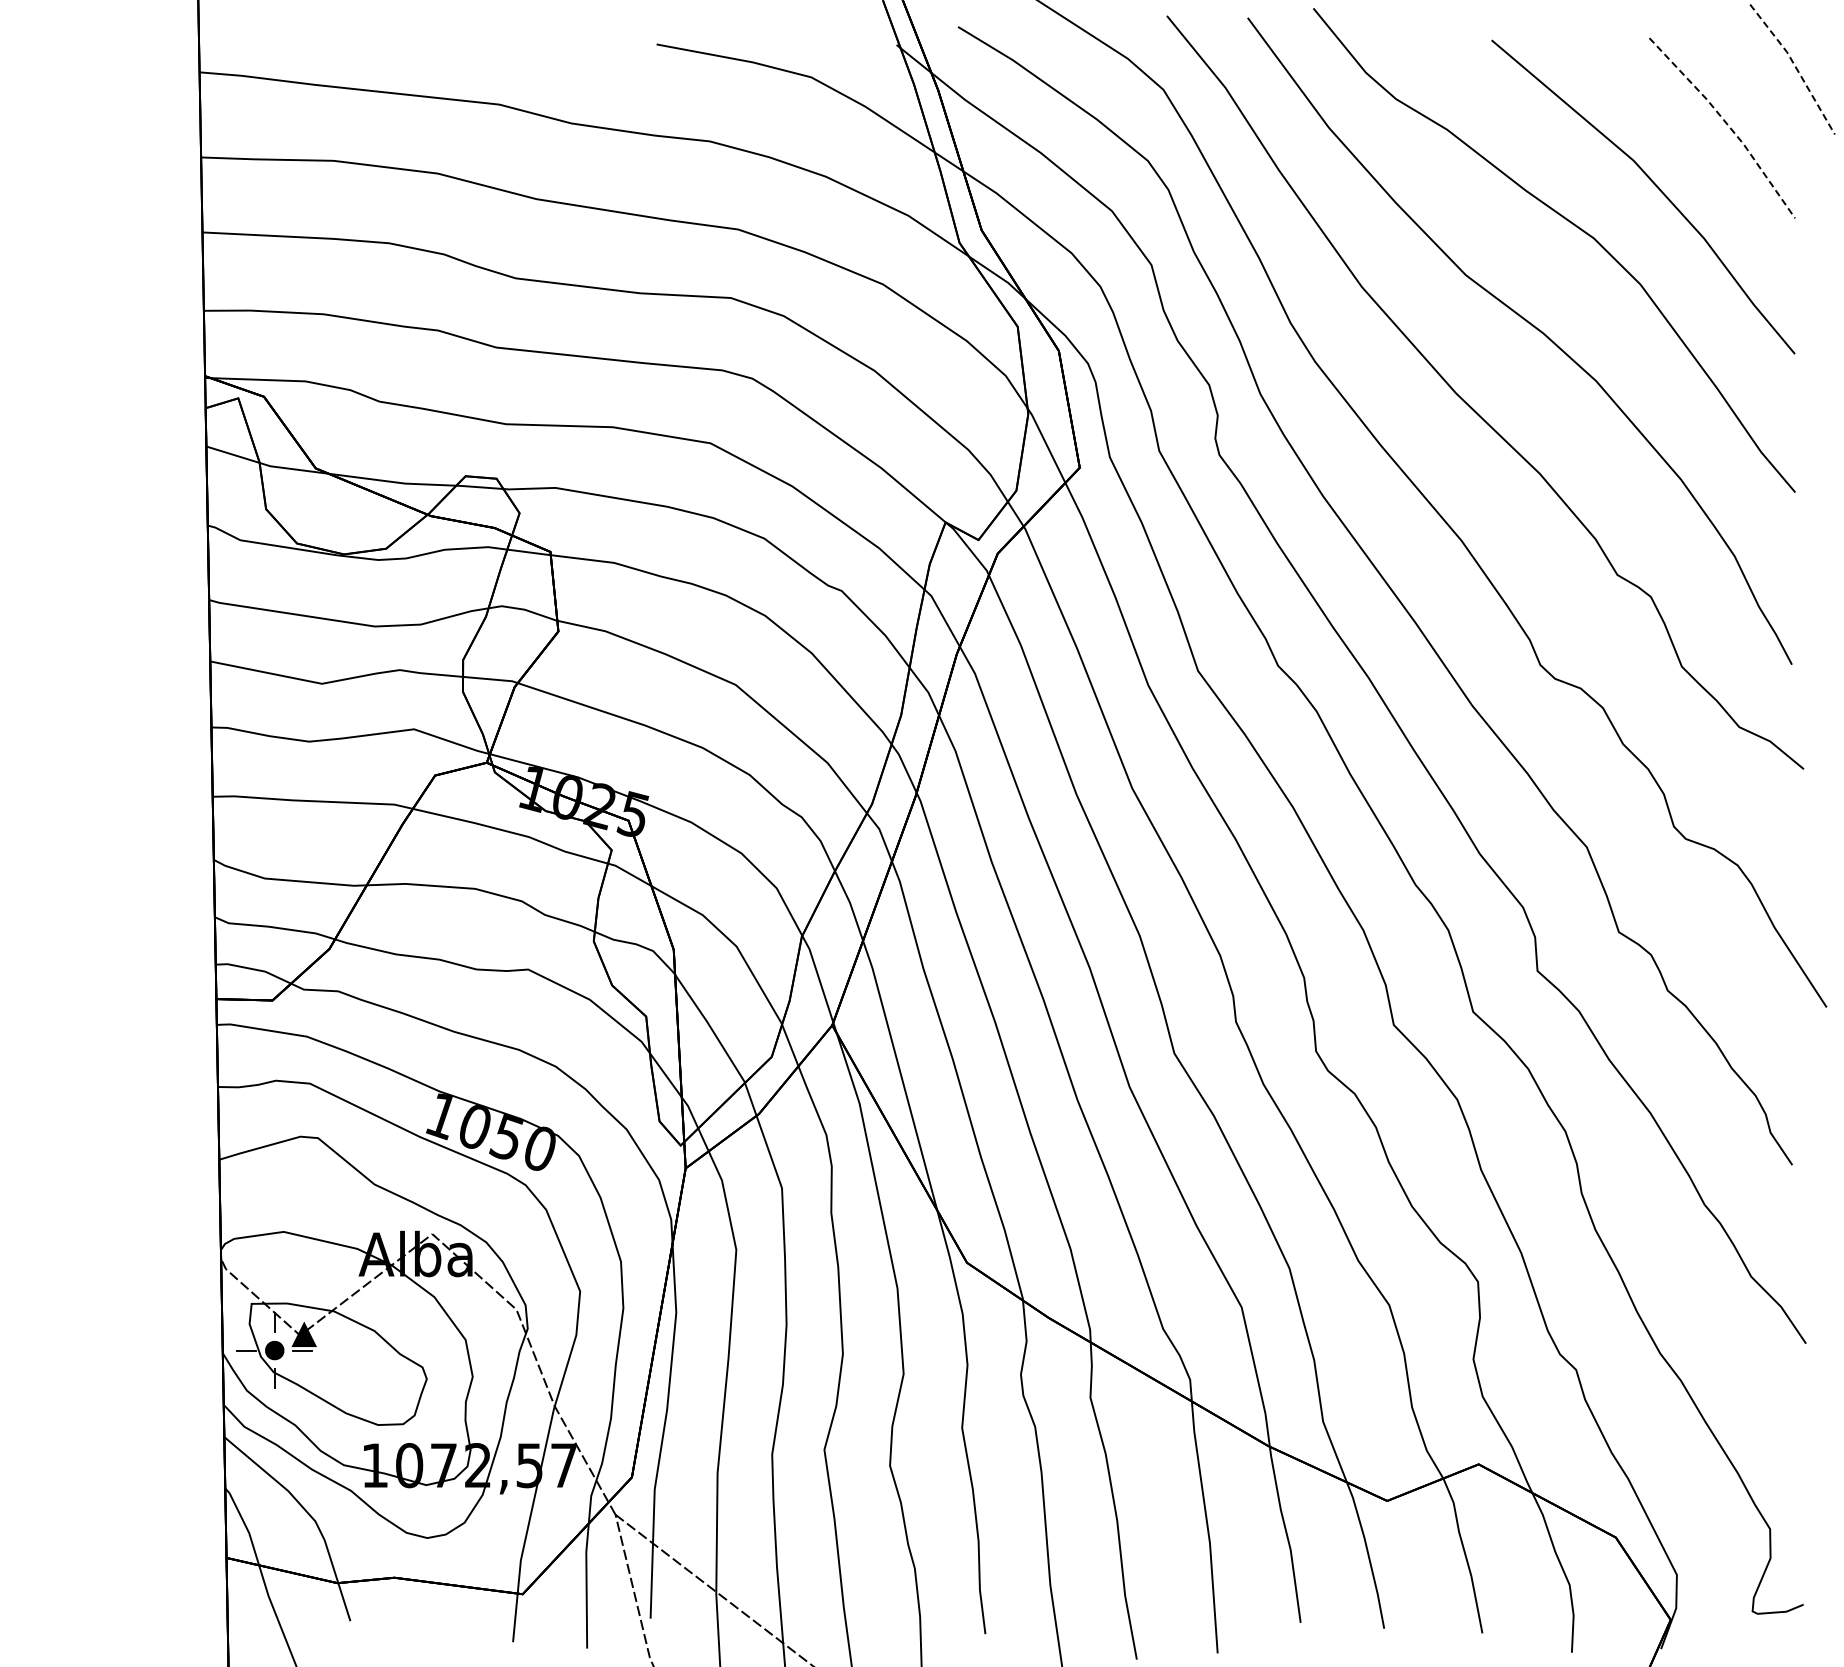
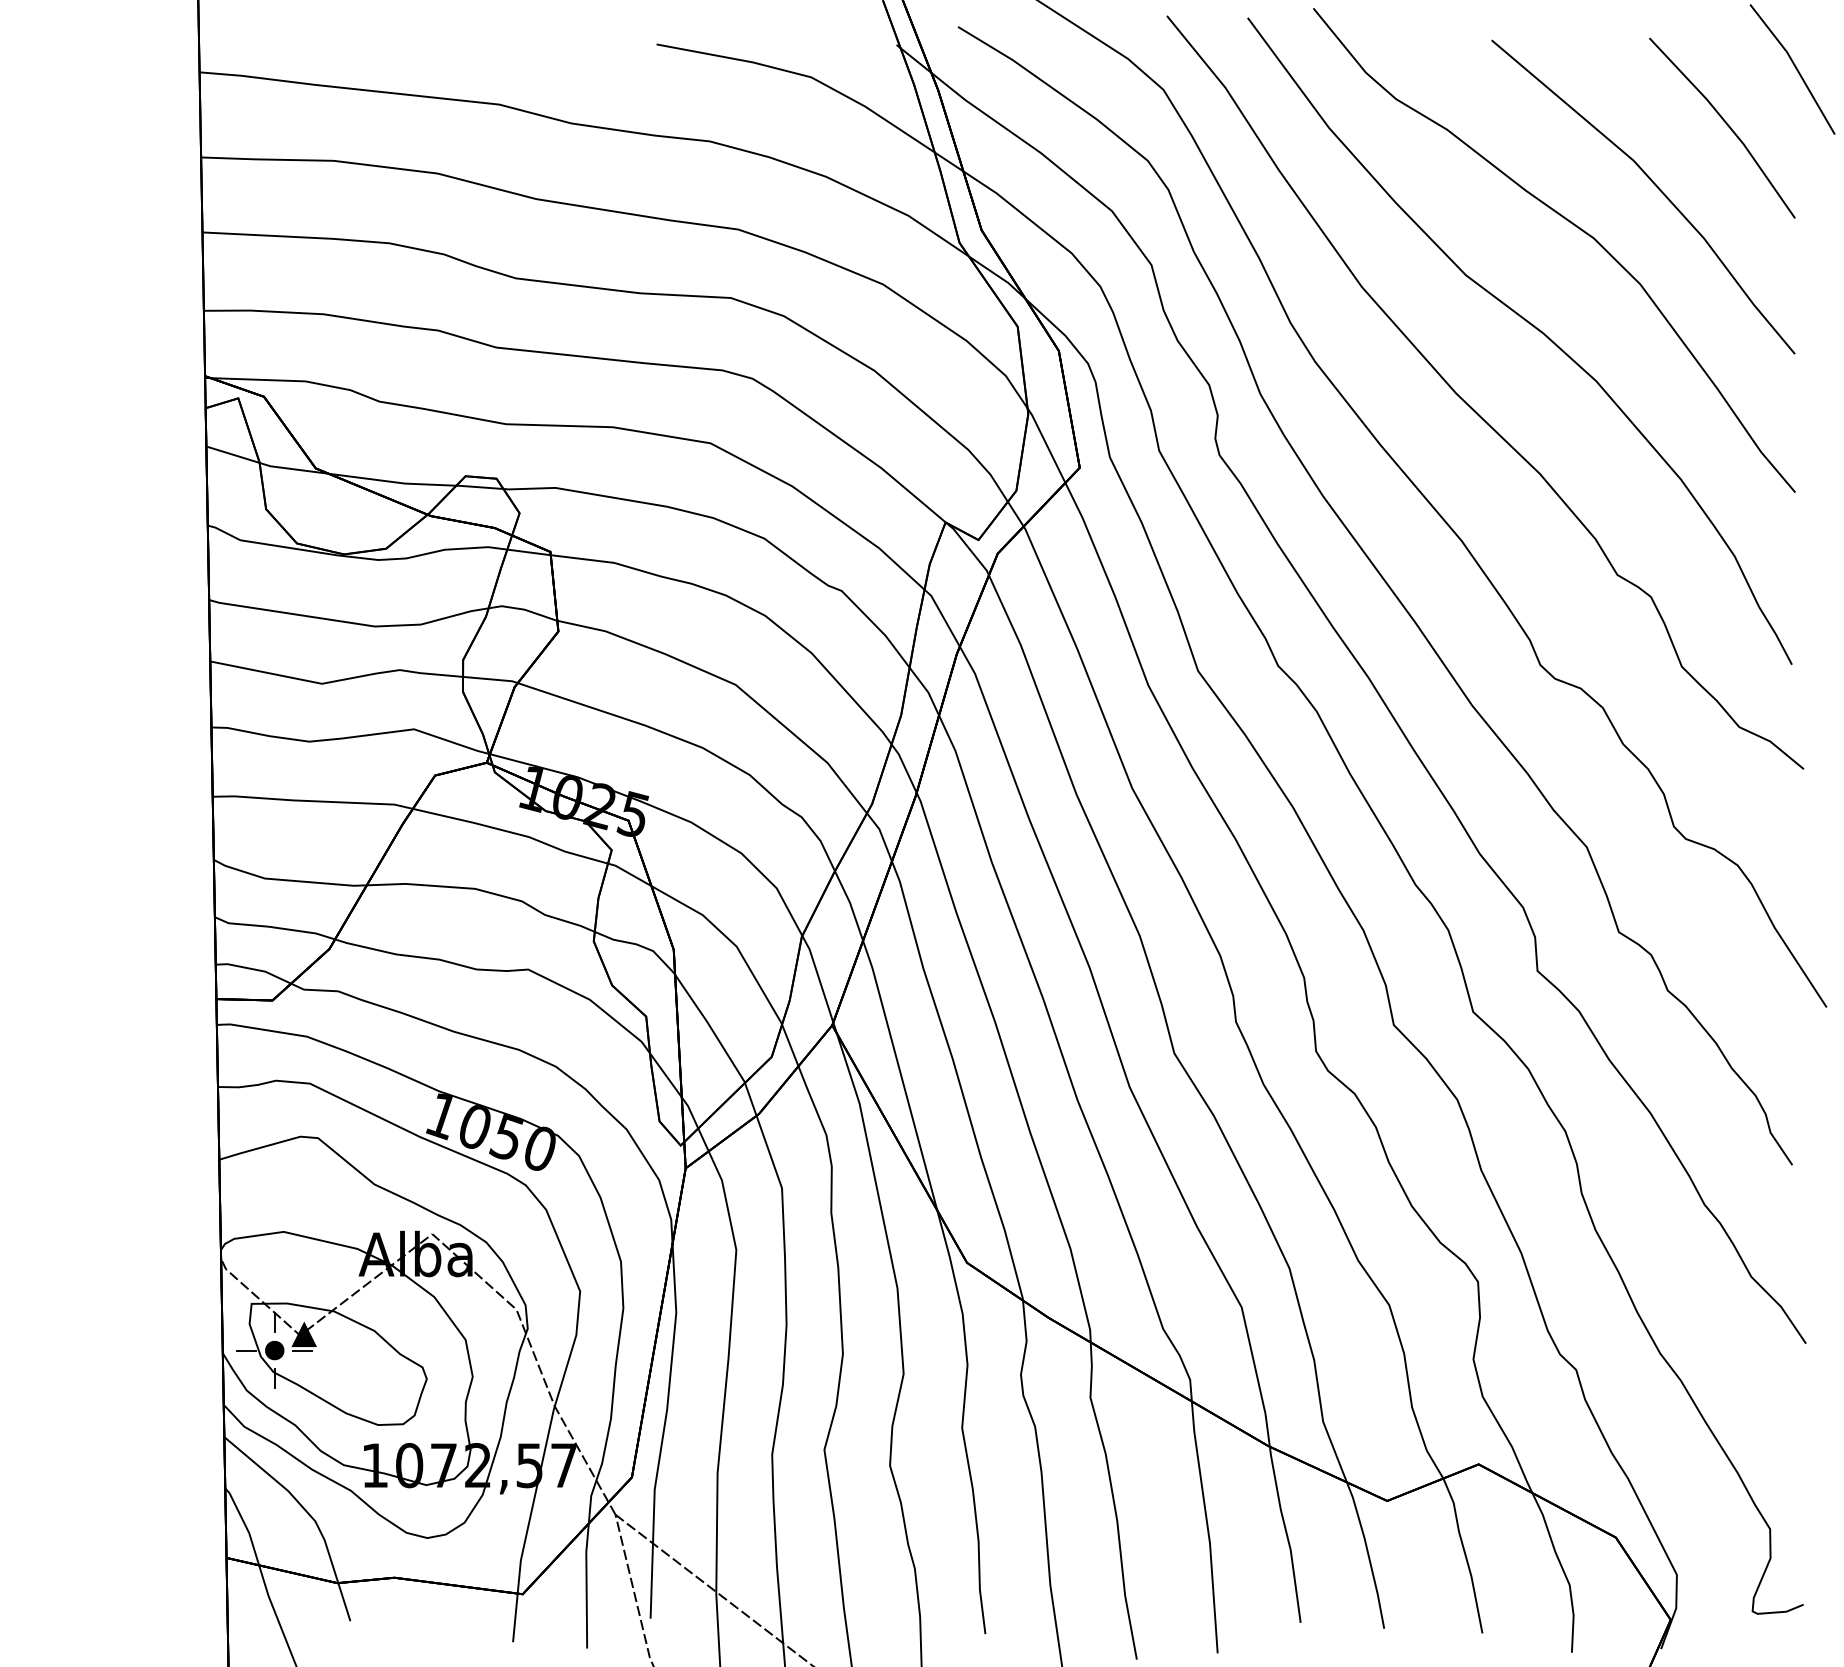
line at (1795, 66): dashed -> solid
line at (1727, 124): dashed -> solid
